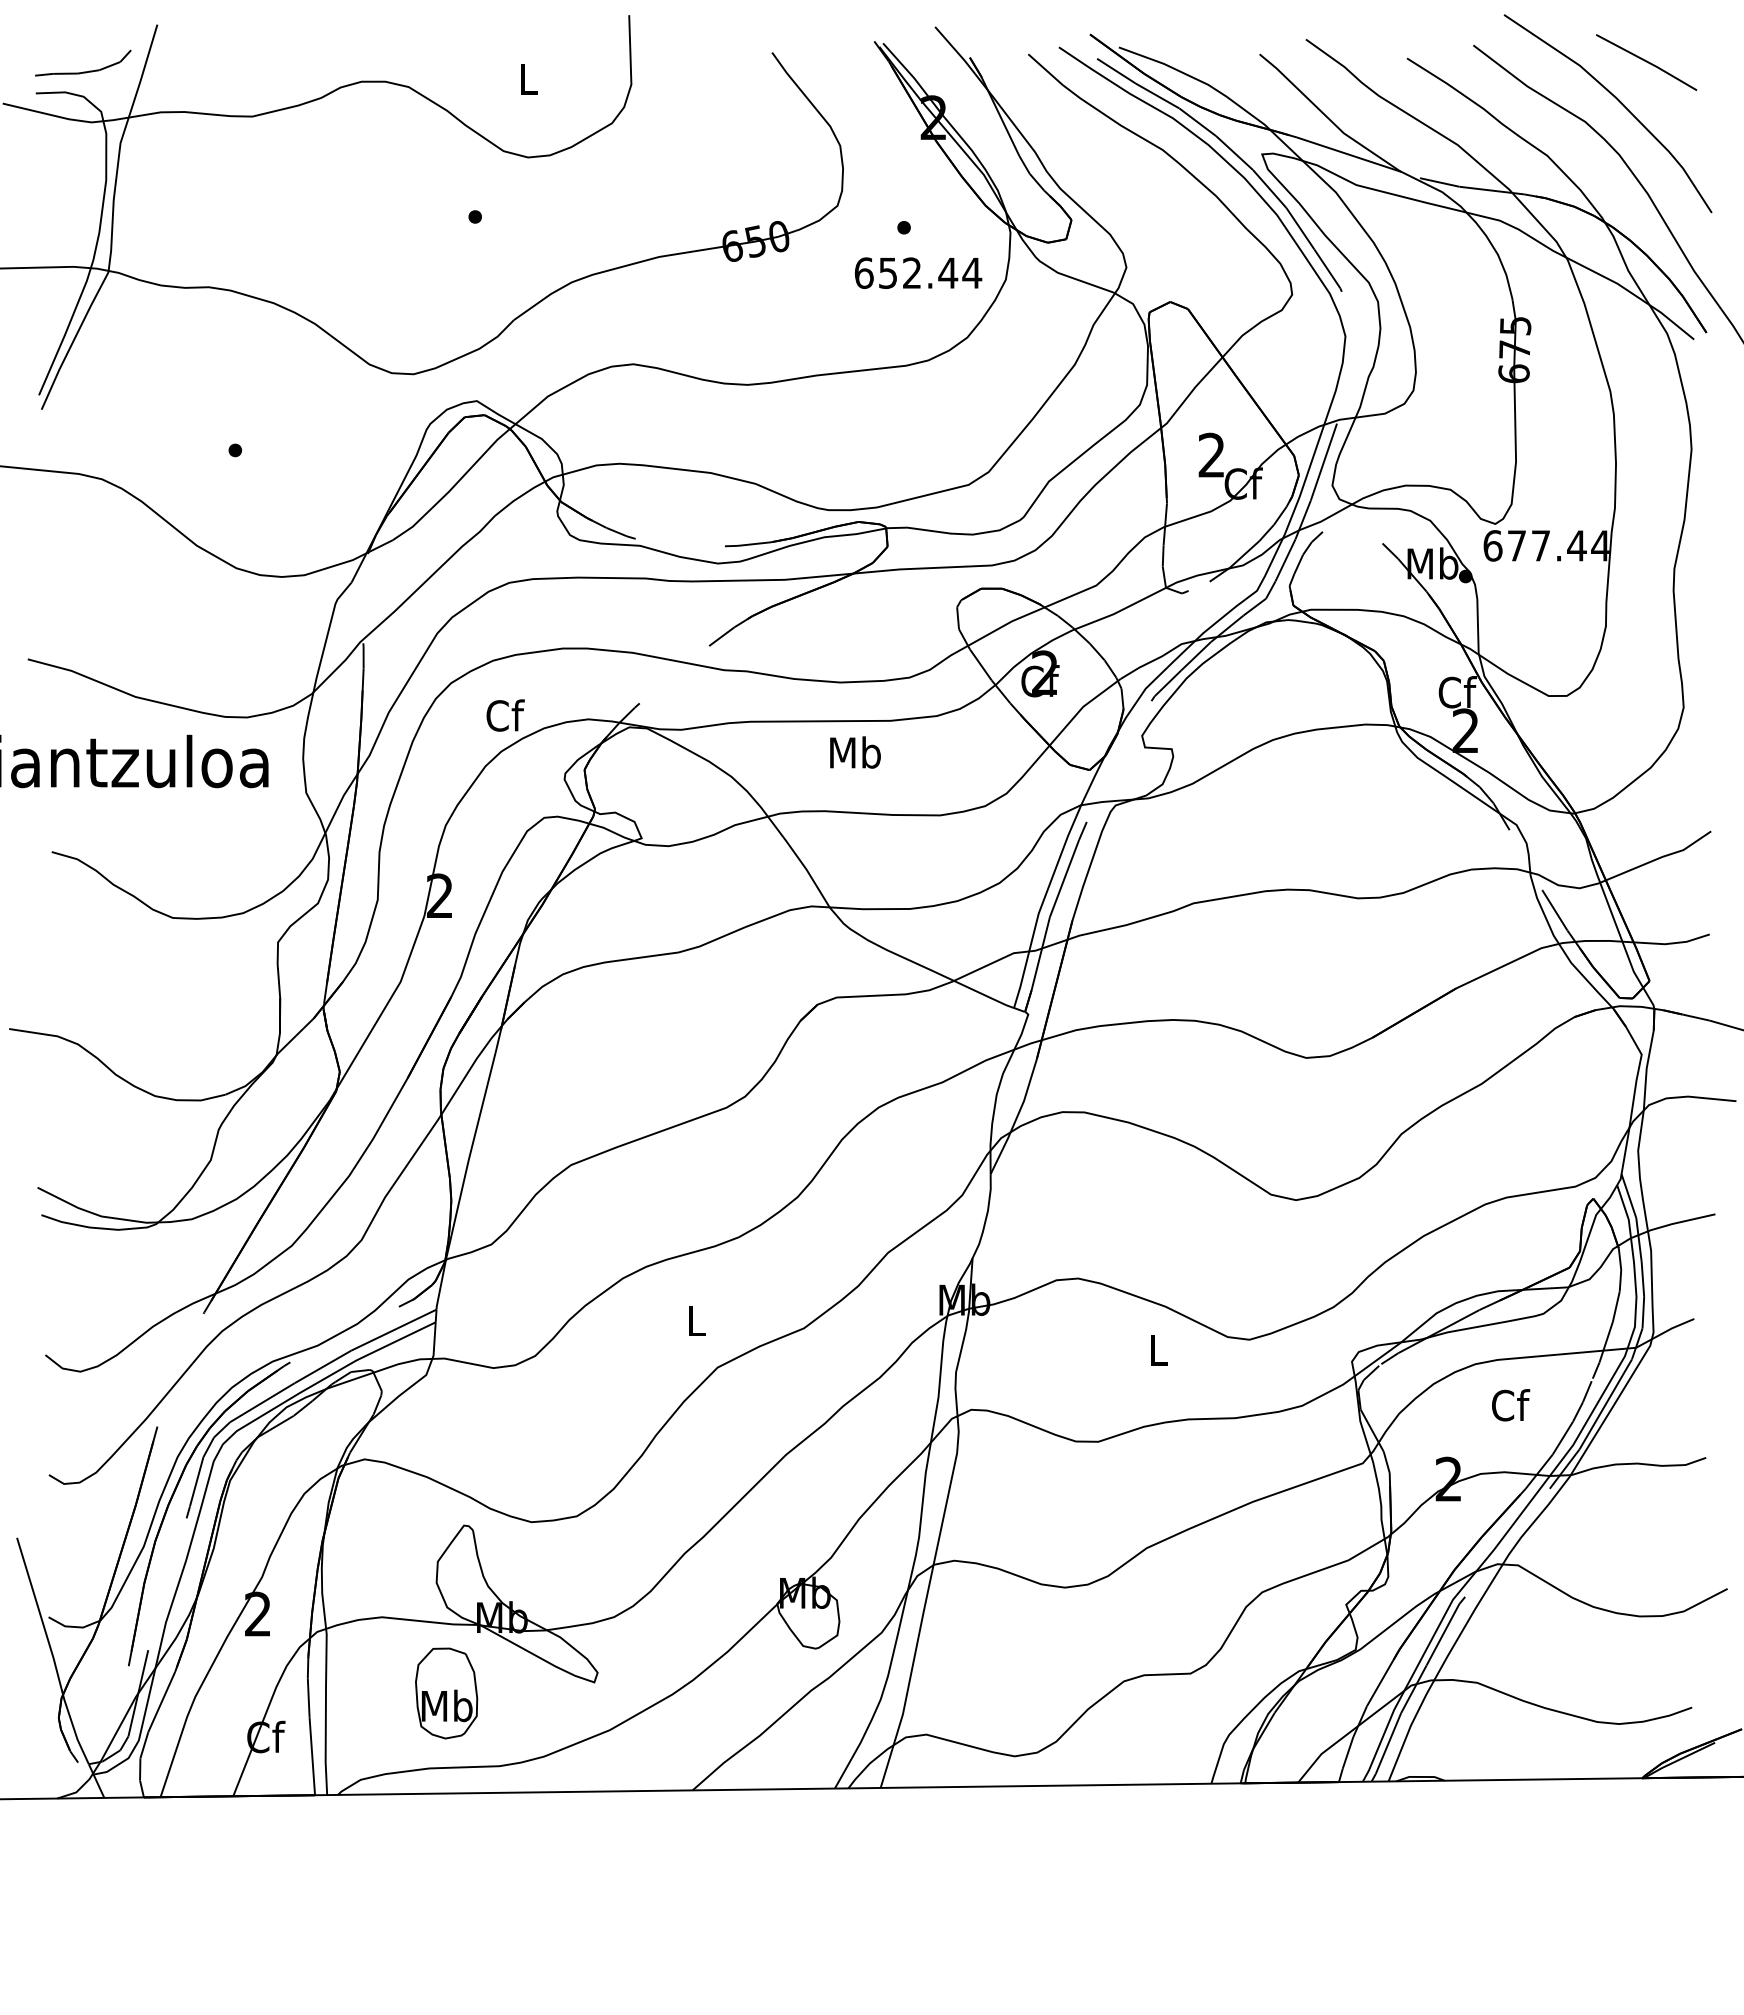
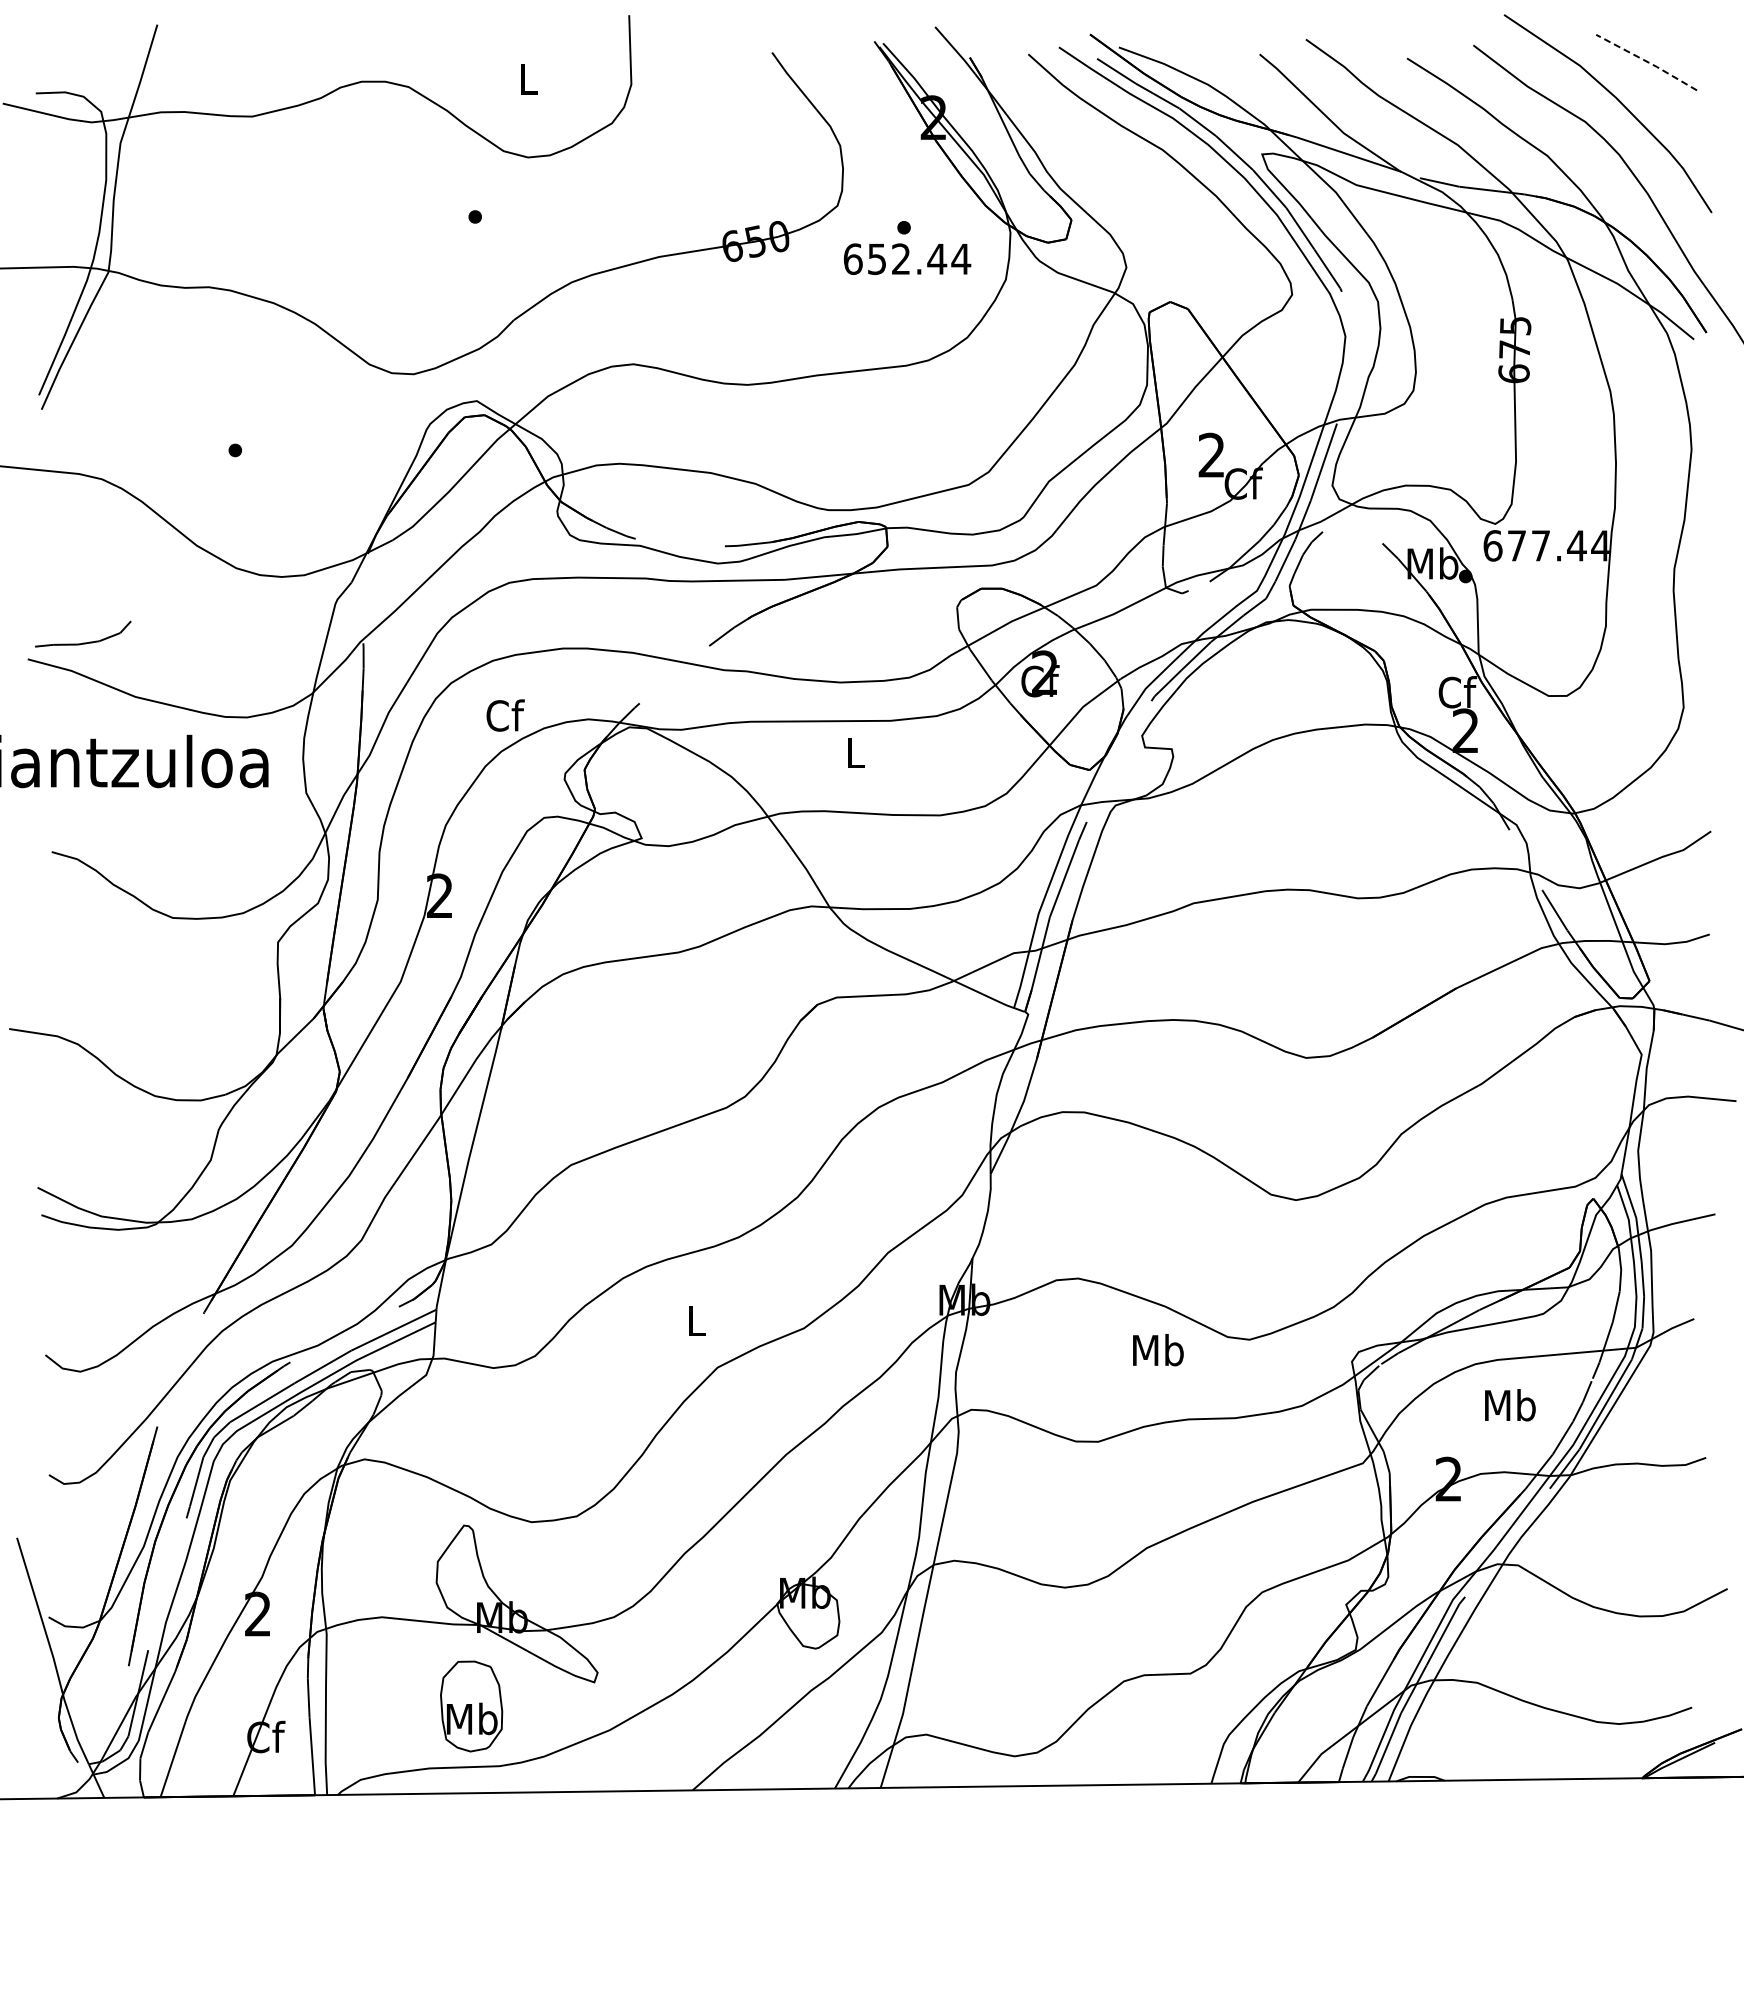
line at (1647, 61): solid -> dashed
curve at (83, 71) position: (83, 71) -> (83, 642)
text at (918, 272) position: (918, 272) -> (907, 258)
text at (855, 752): Mb -> L
text at (1158, 1350): L -> Mb
text at (1510, 1405): Cf -> Mb
part at (446, 1693) position: (446, 1693) -> (471, 1706)
